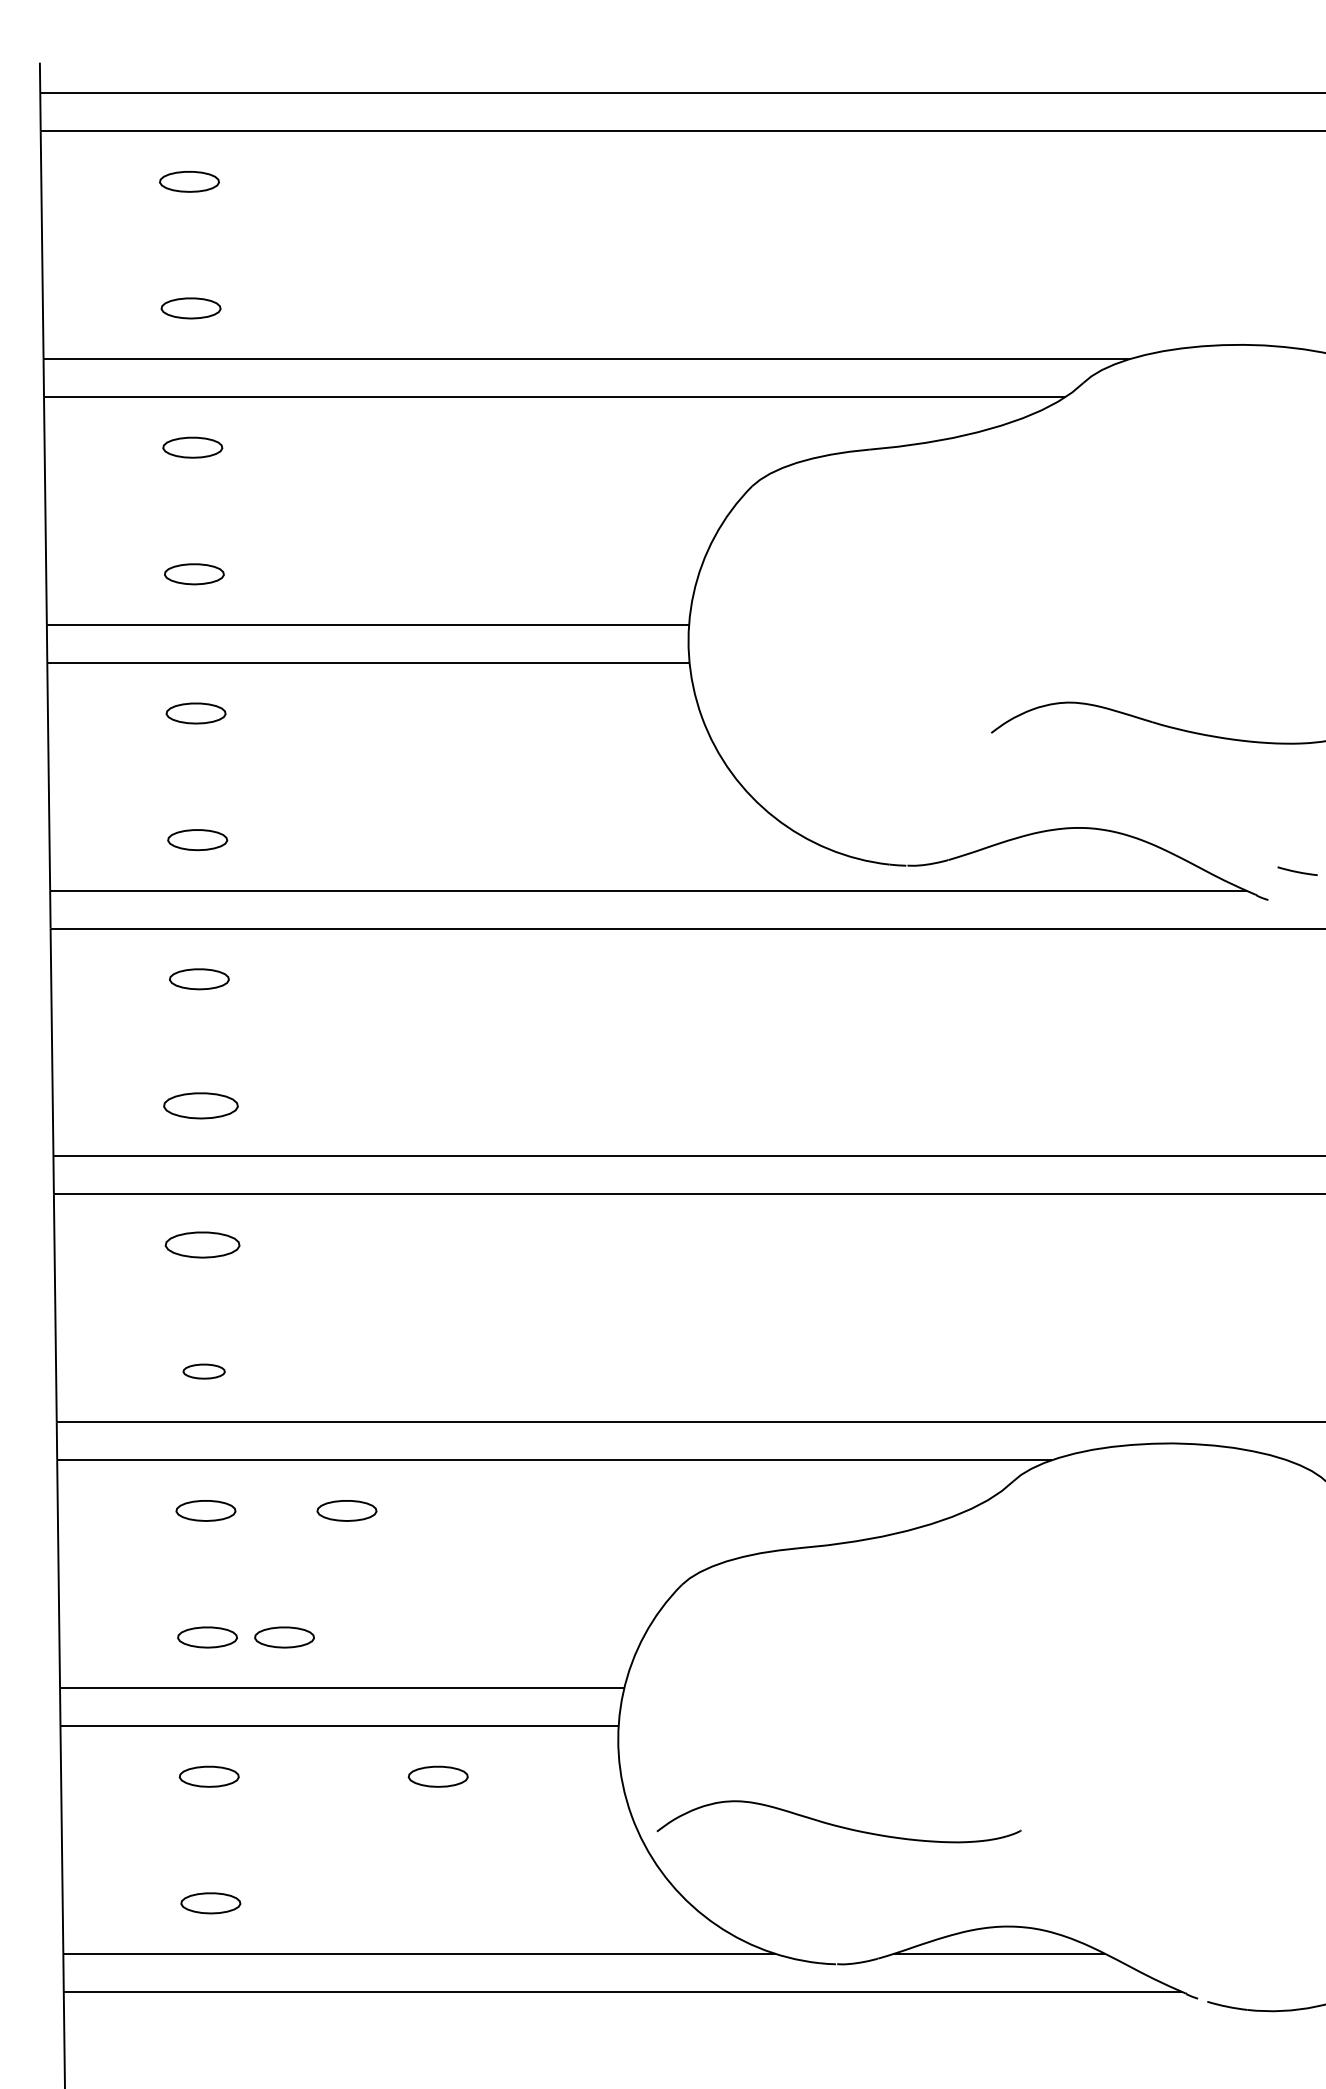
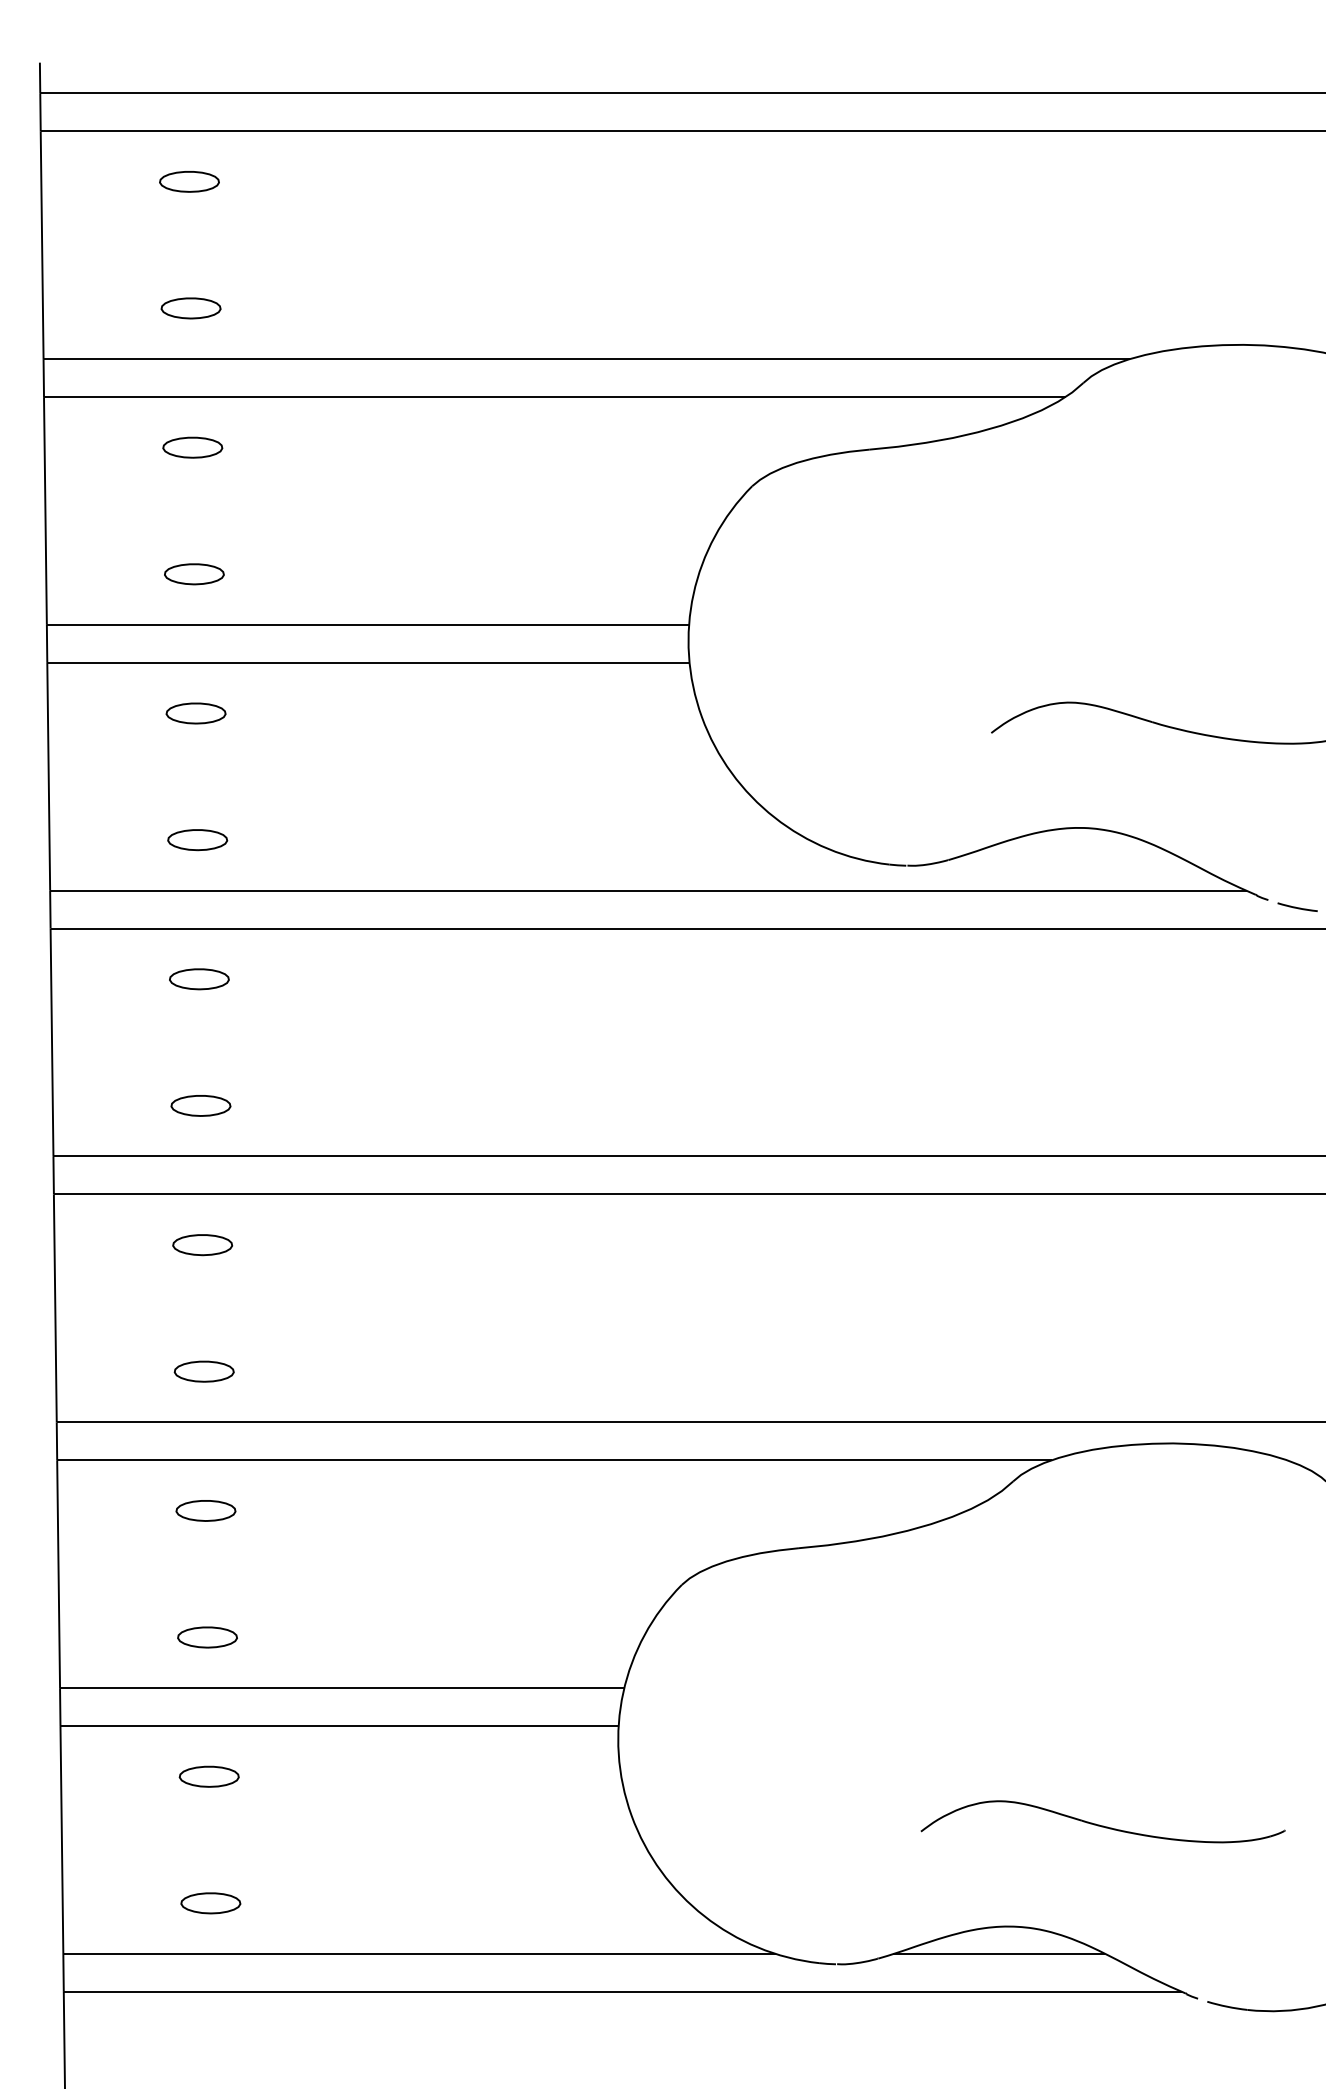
line at (1297, 871) position: (1297, 871) -> (1297, 907)
part at (200, 1105) size: 76x28 px -> 62x22 px
part at (202, 1244) size: 77x28 px -> 62x23 px
part at (203, 1371) size: 44x17 px -> 62x23 px
part at (346, 1510): present -> none
part at (284, 1637): present -> none
part at (437, 1776): present -> none
part at (838, 1821) position: (838, 1821) -> (1102, 1821)
